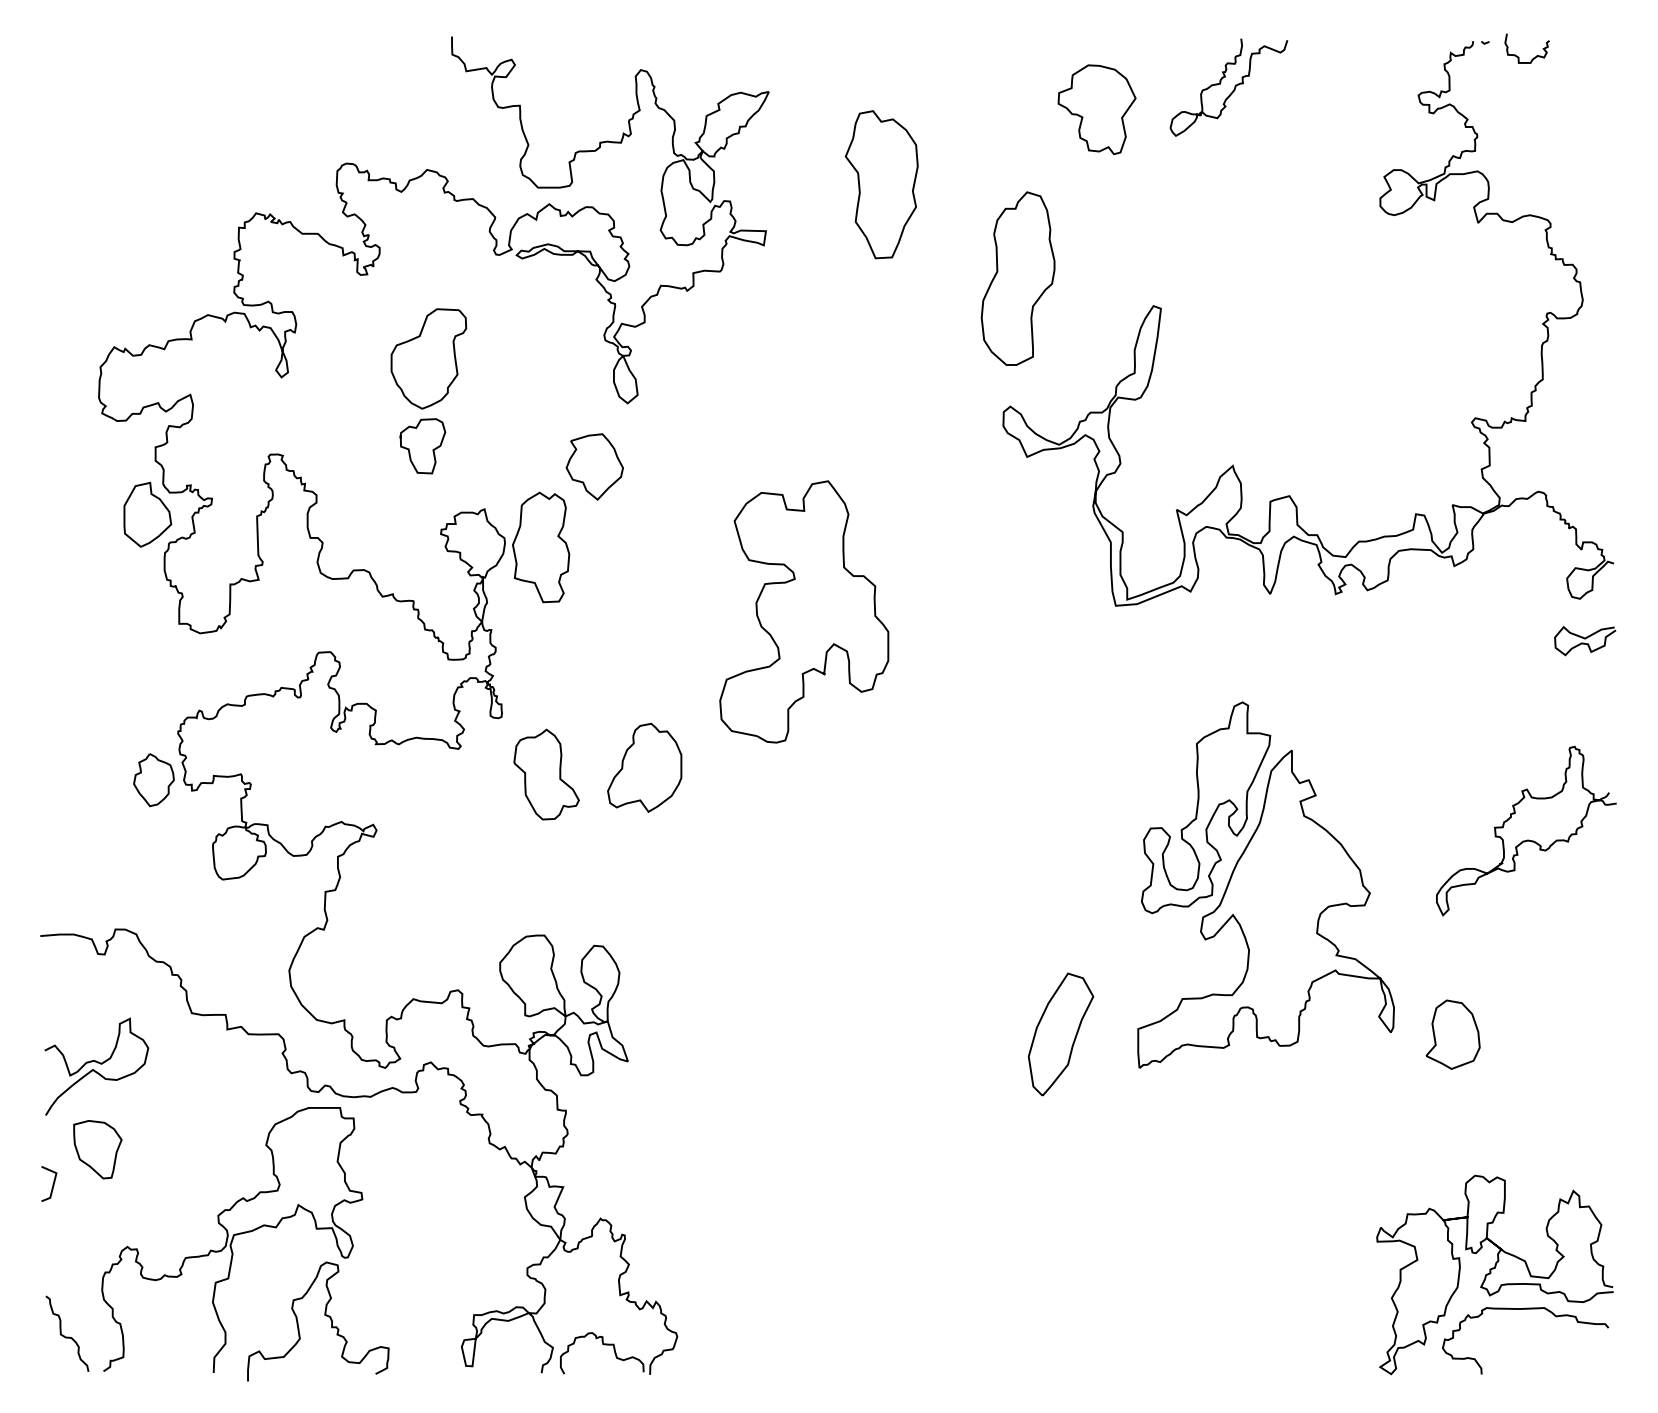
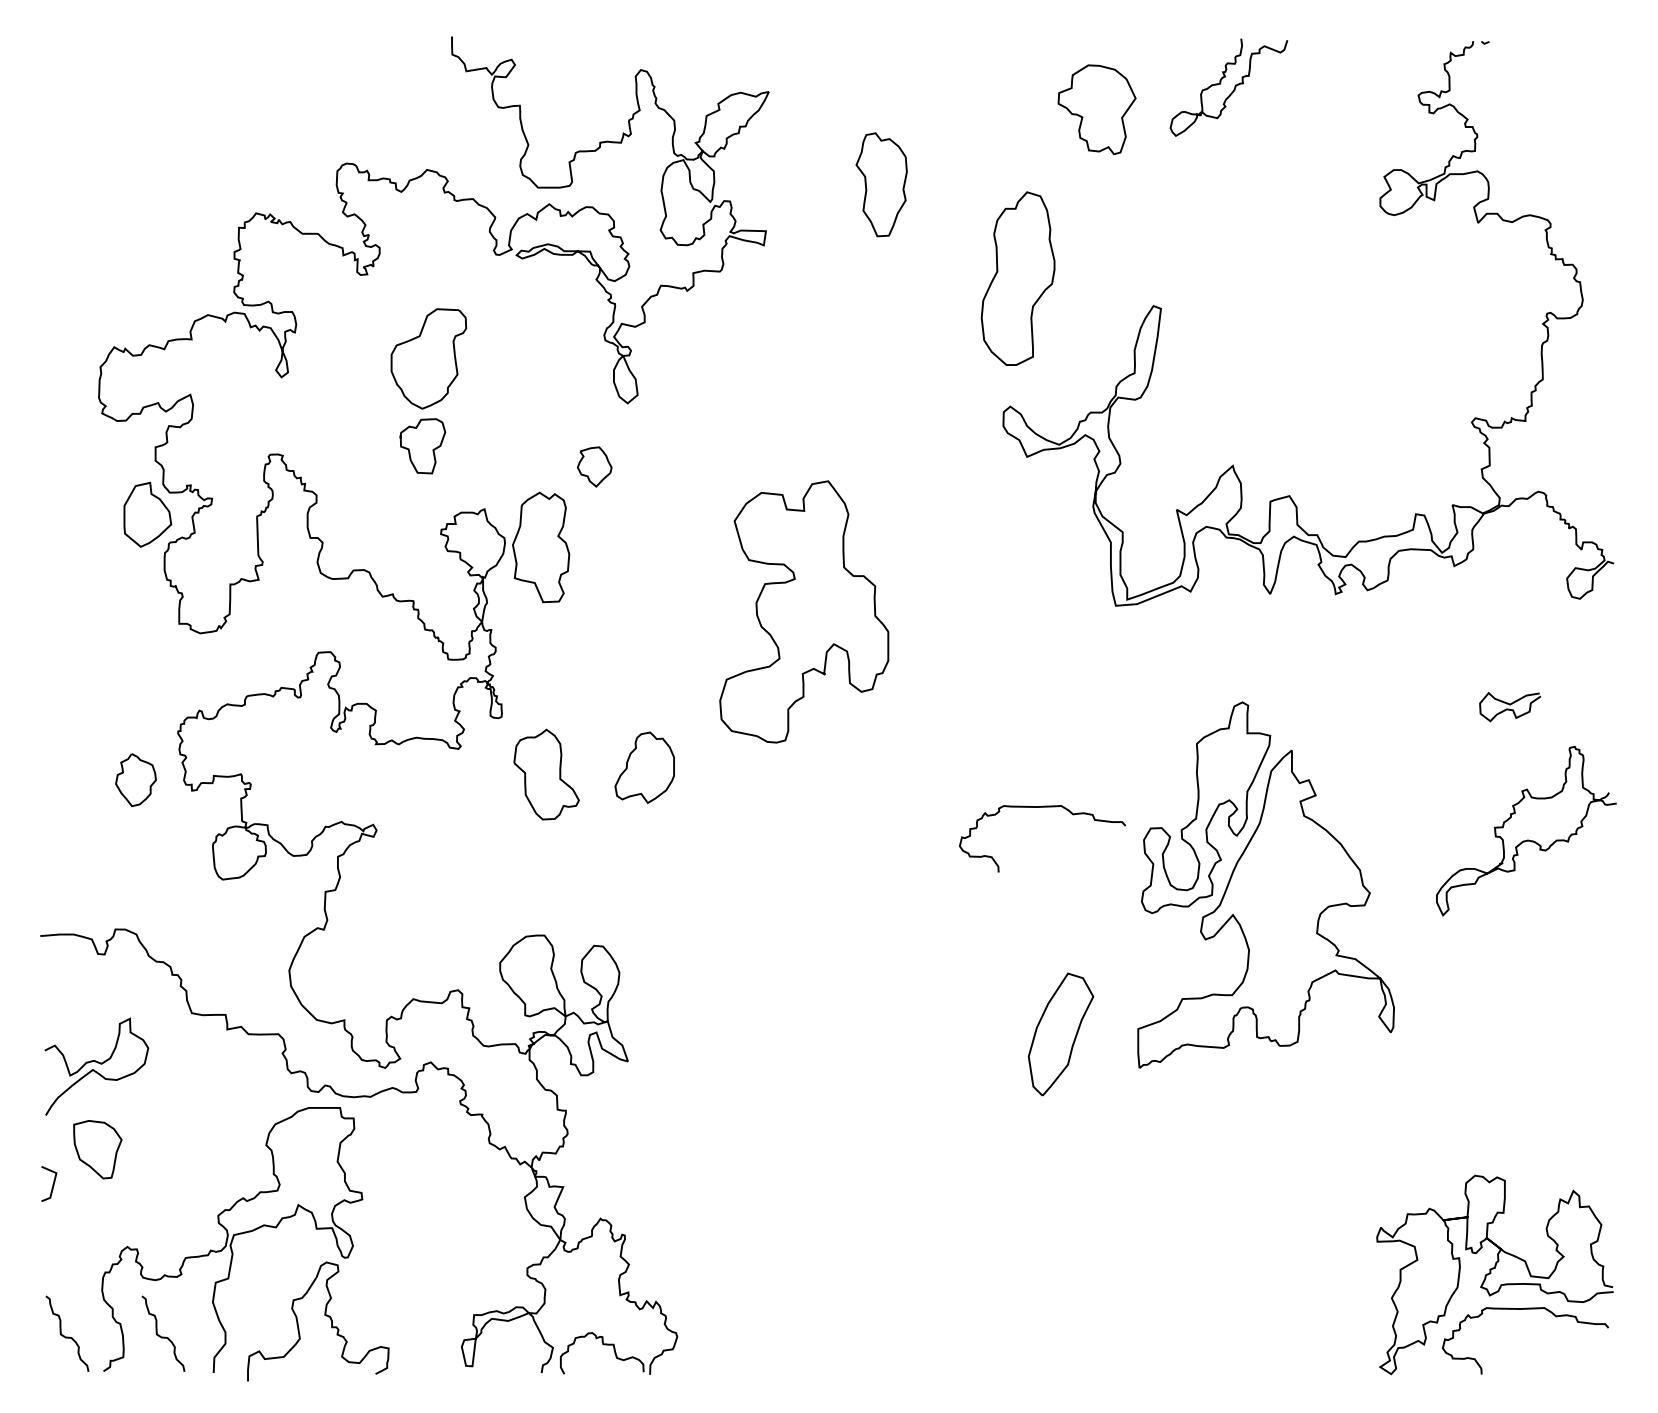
curve at (1518, 56): present -> none
part at (881, 184) size: 75x150 px -> 53x106 px
part at (594, 466) size: 59x68 px -> 37x42 px
curve at (1584, 642) position: (1584, 642) -> (1509, 708)
part at (644, 767) size: 76x91 px -> 61x73 px
part at (153, 780) position: (153, 780) -> (135, 780)
curve at (1042, 807): none -> present
part at (1452, 1034): present -> none
curve at (163, 1336): none -> present
